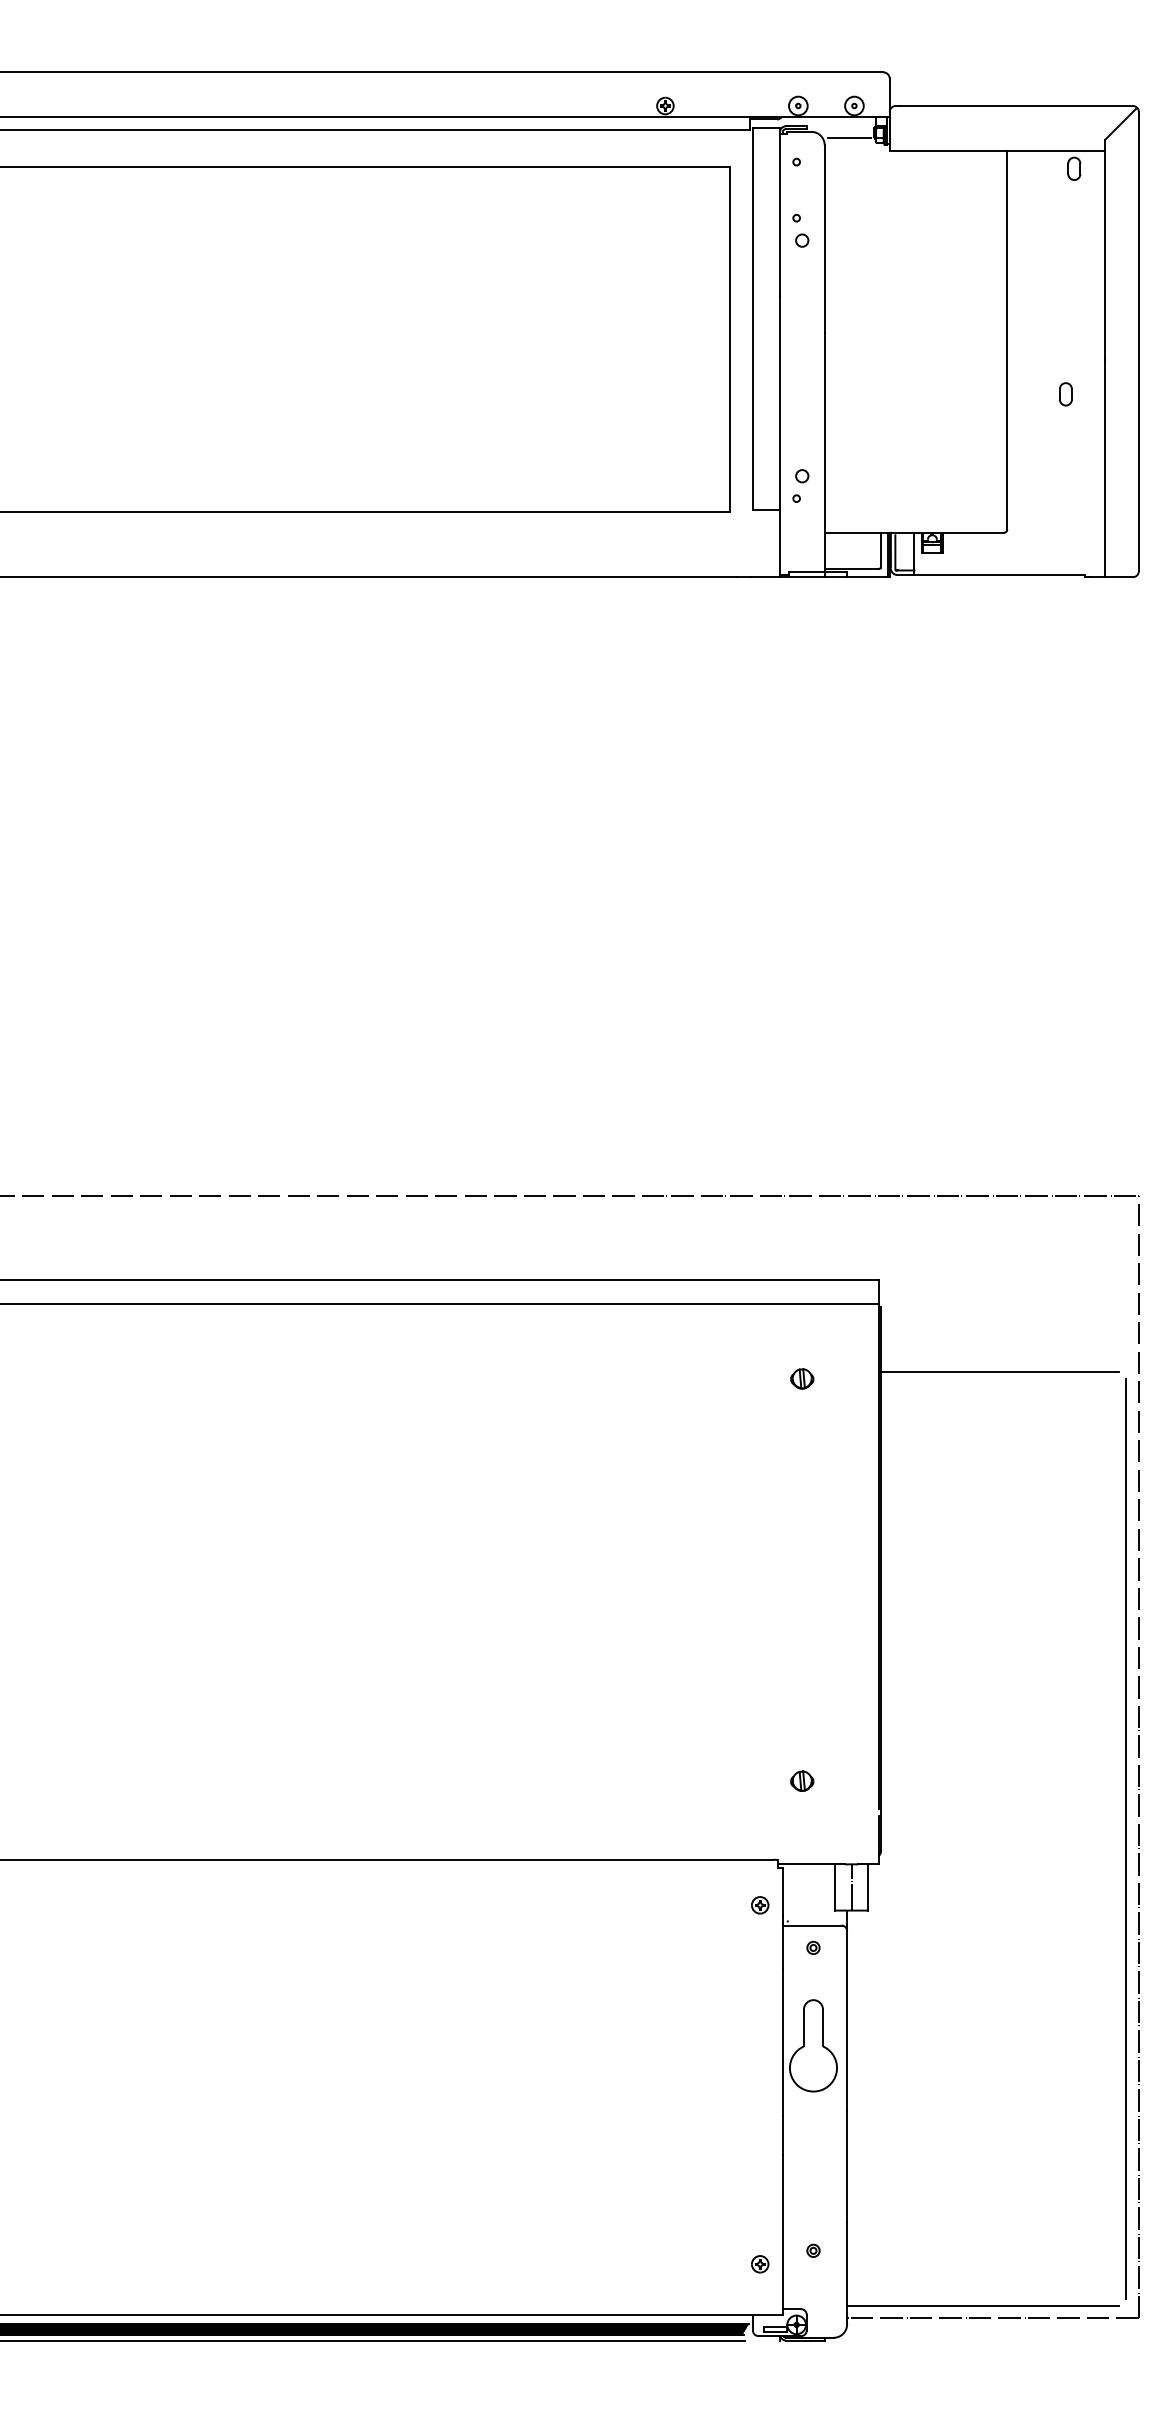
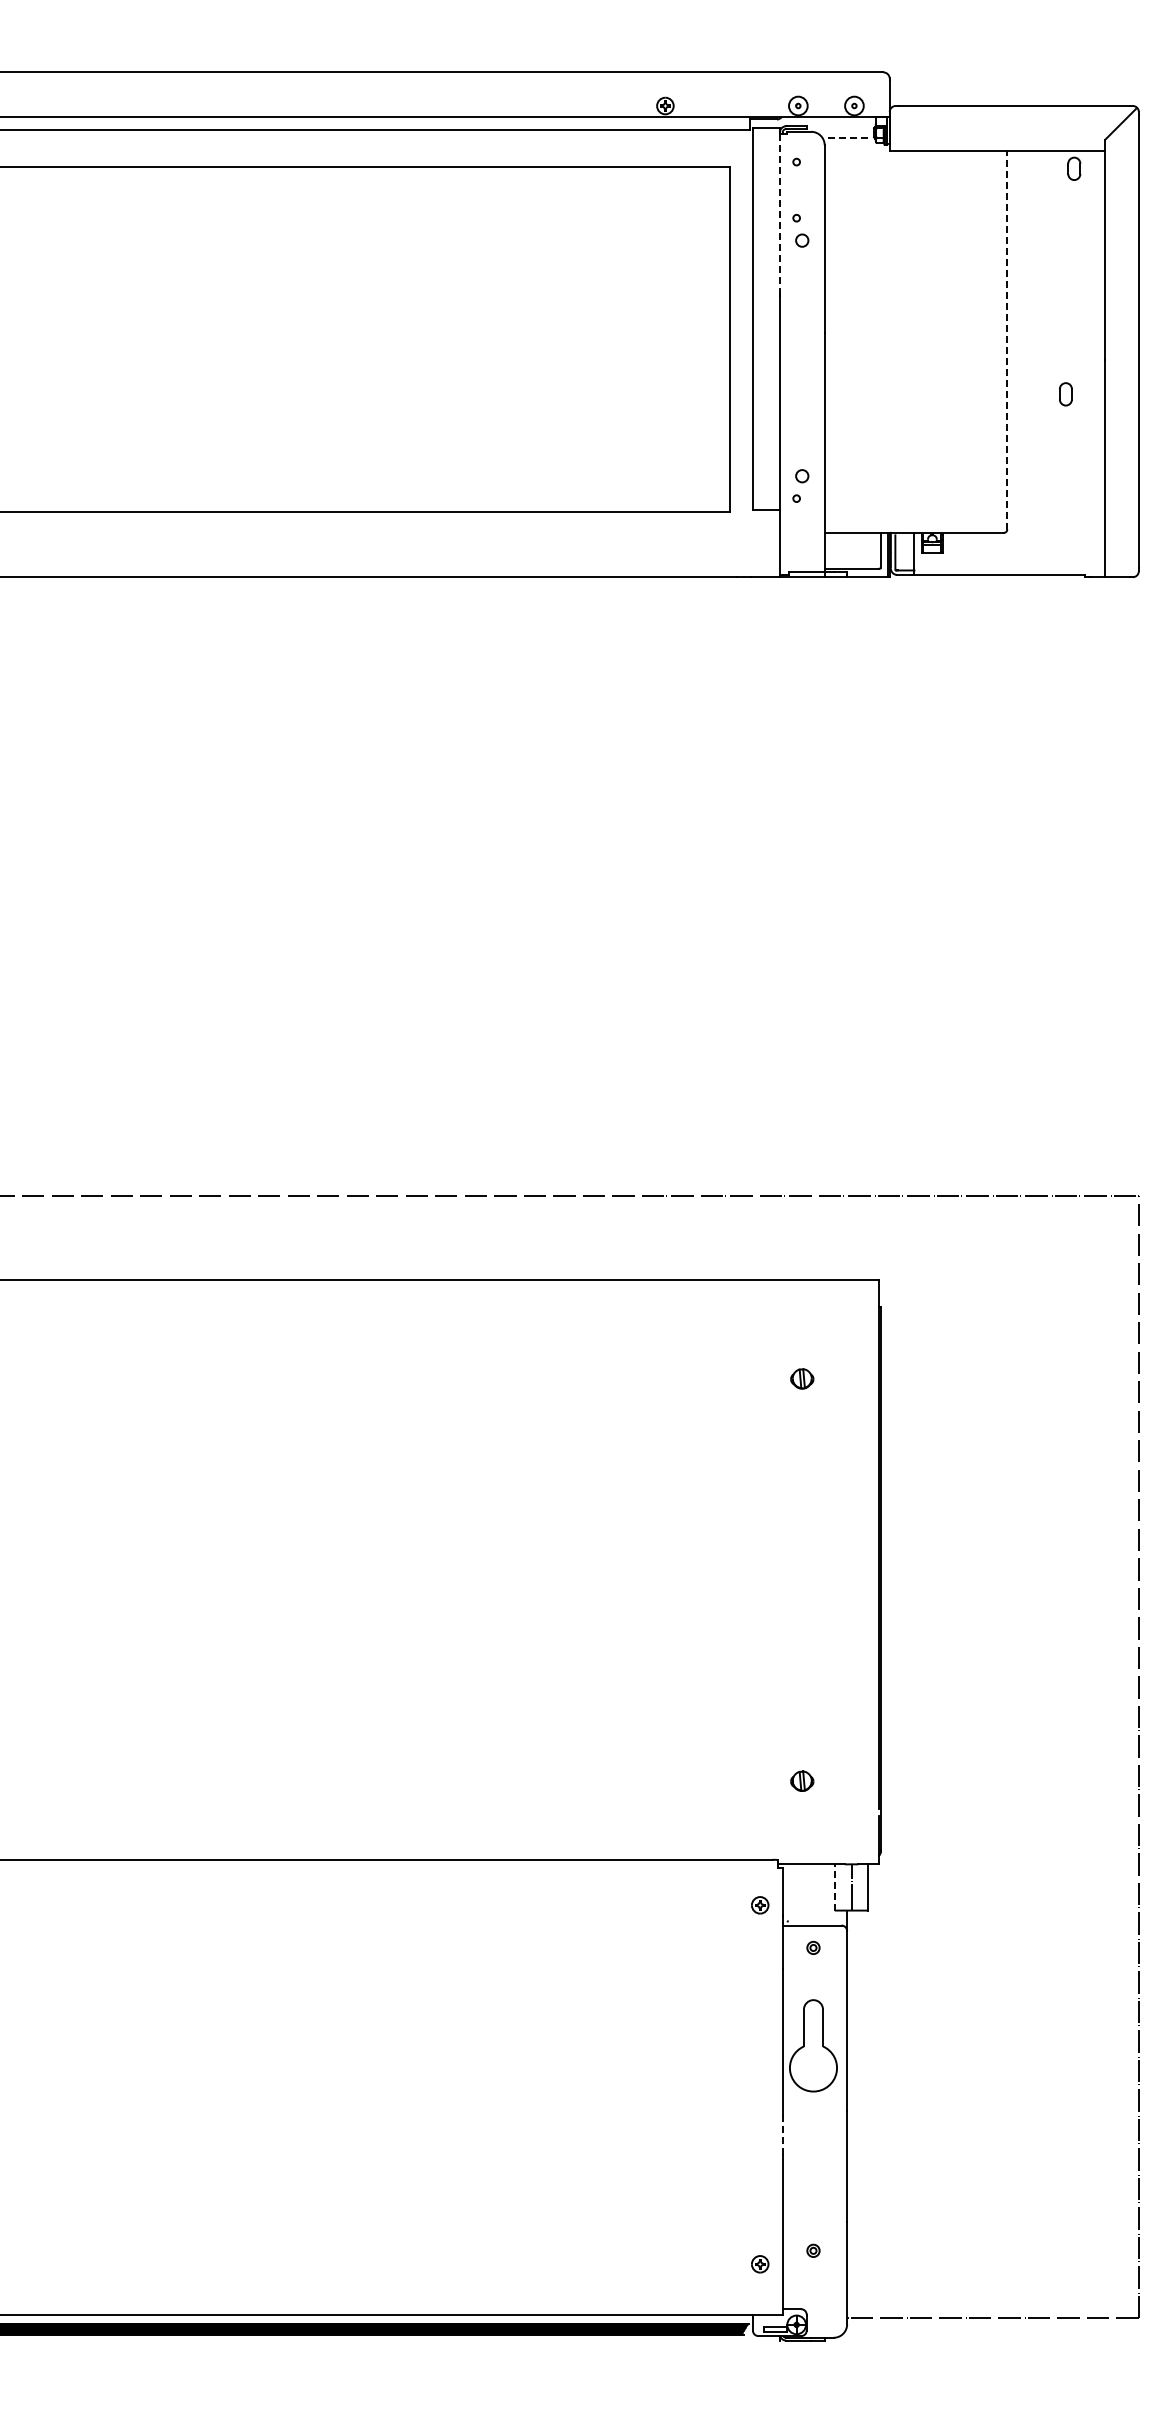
line at (849, 138): solid -> dashed
line at (779, 213): solid -> dashed
line at (1007, 339): solid -> dashed
line at (440, 1303): present -> none
line at (1000, 1371): present -> none
line at (1125, 1838): present -> none
line at (834, 1886): solid -> dashed
line at (782, 2135): solid -> dashed
line at (983, 2306): present -> none
line at (373, 2340): present -> none
